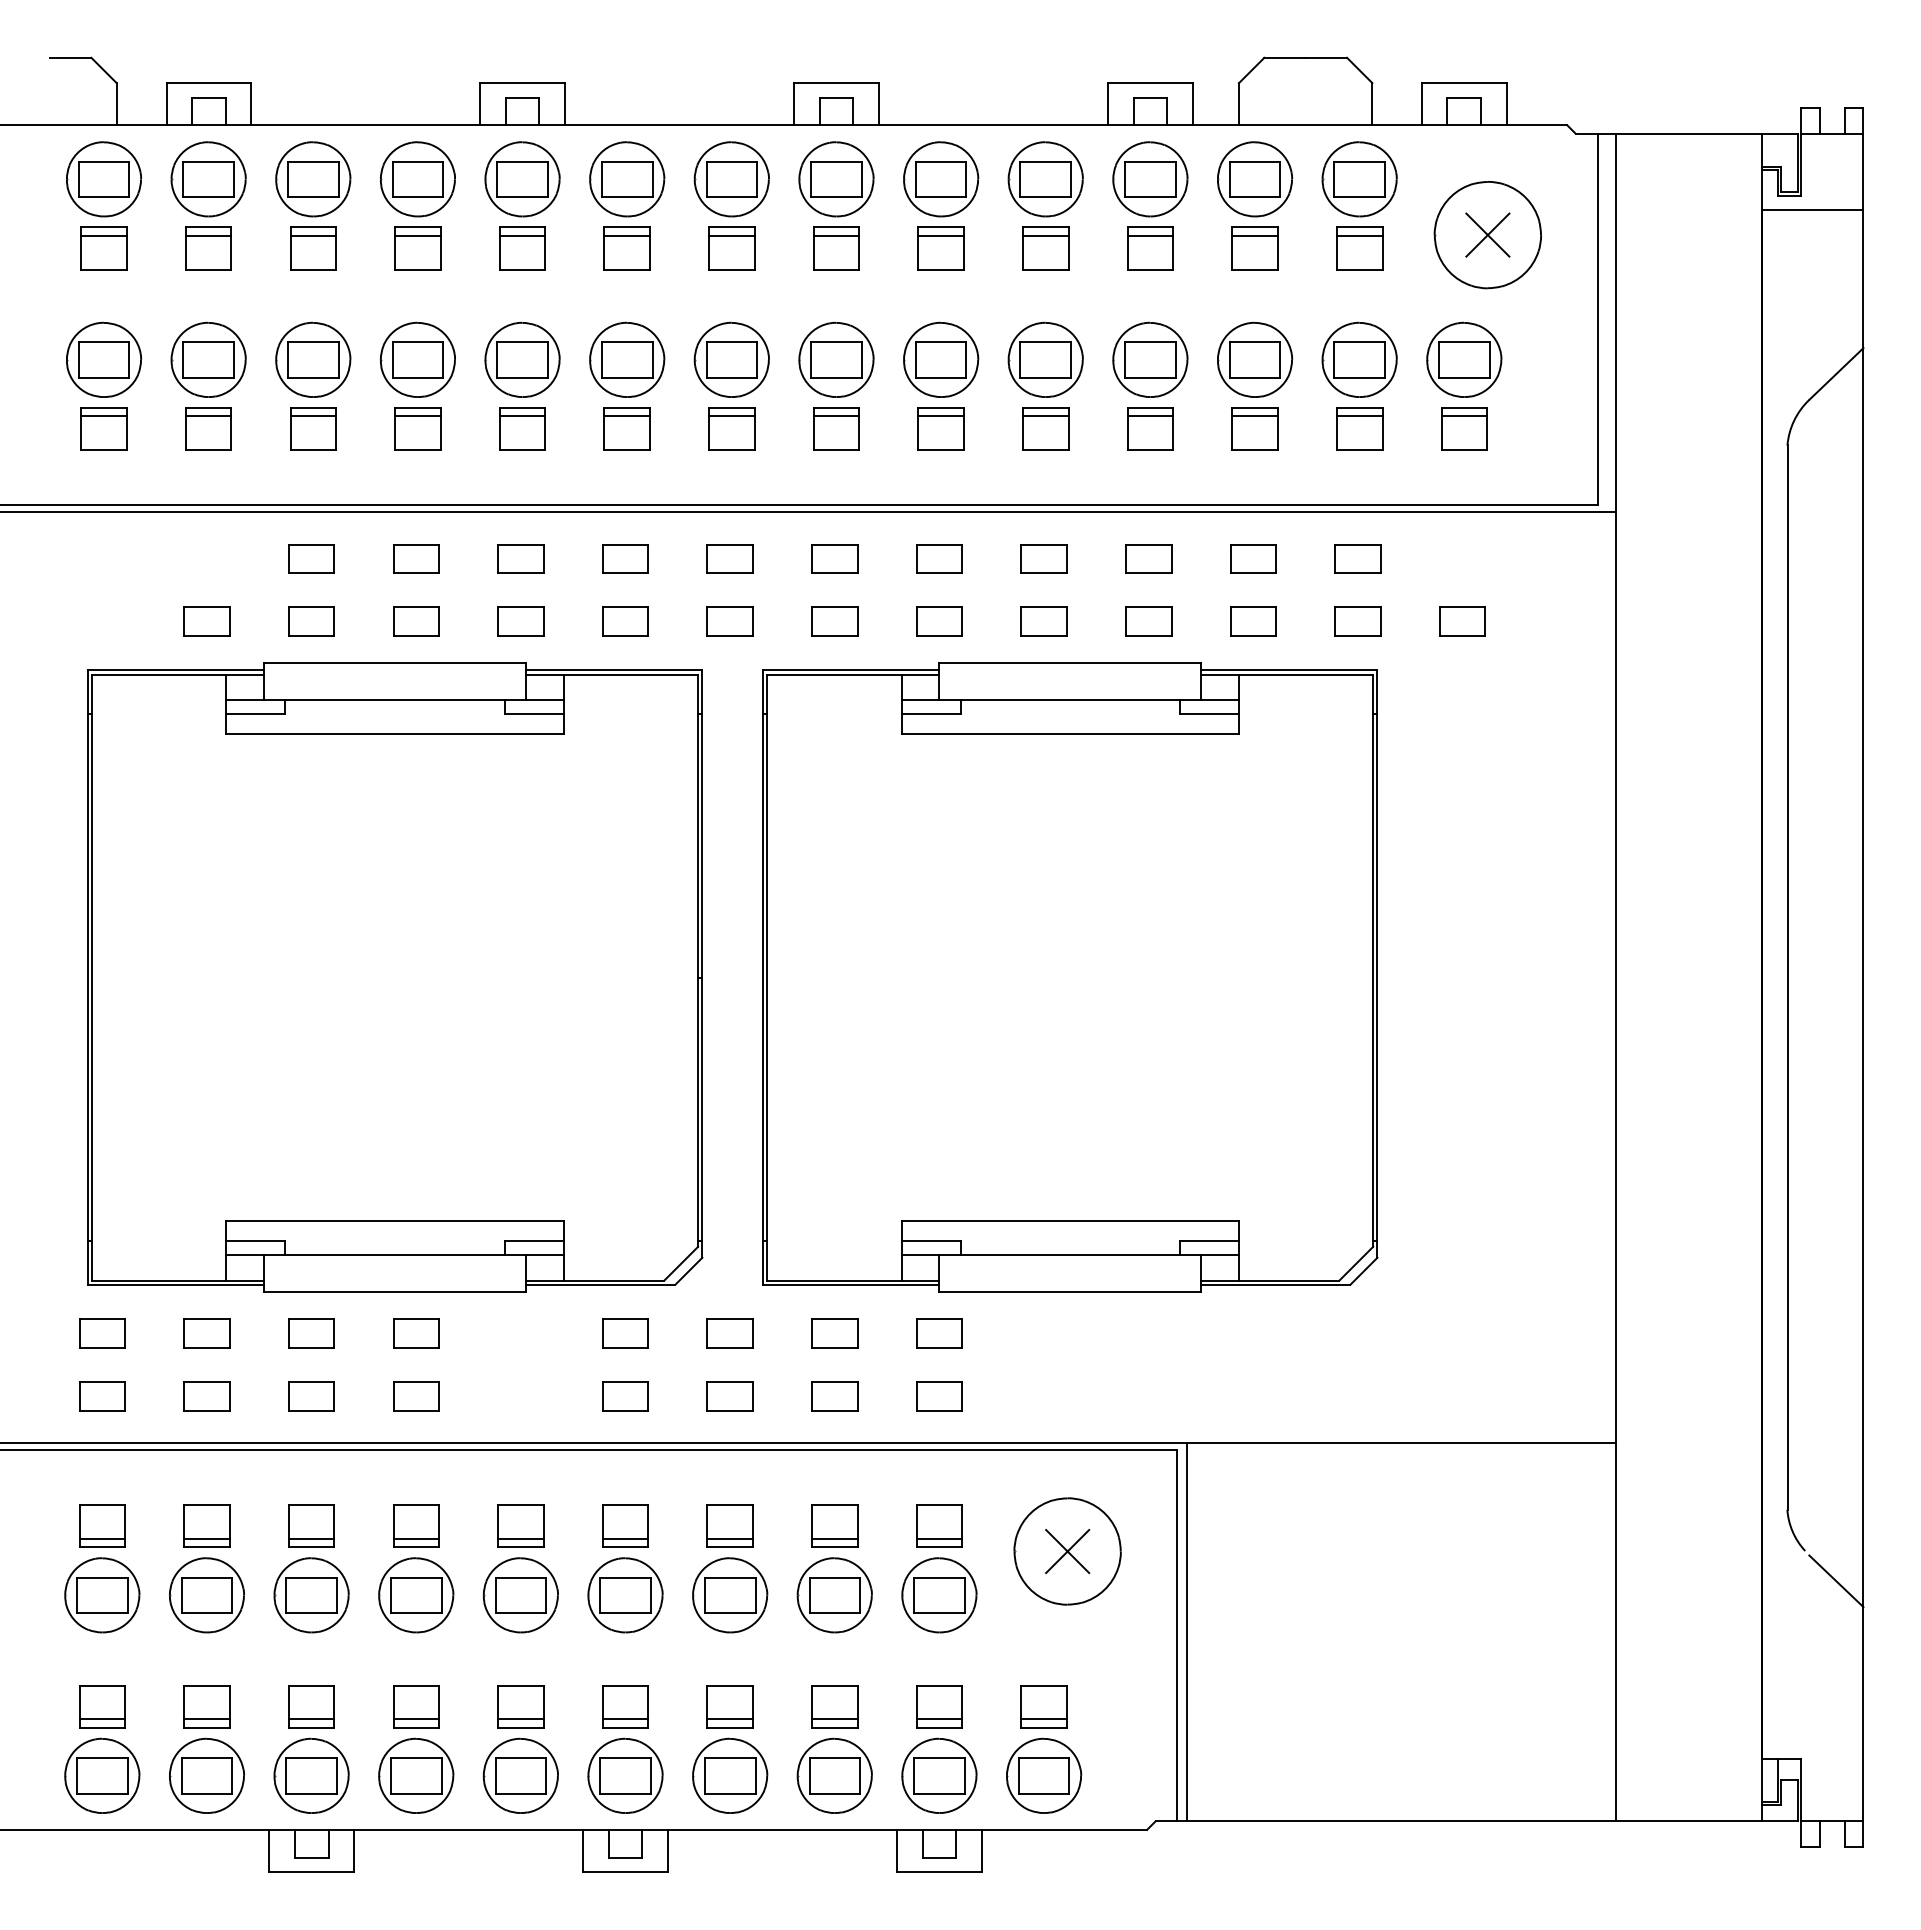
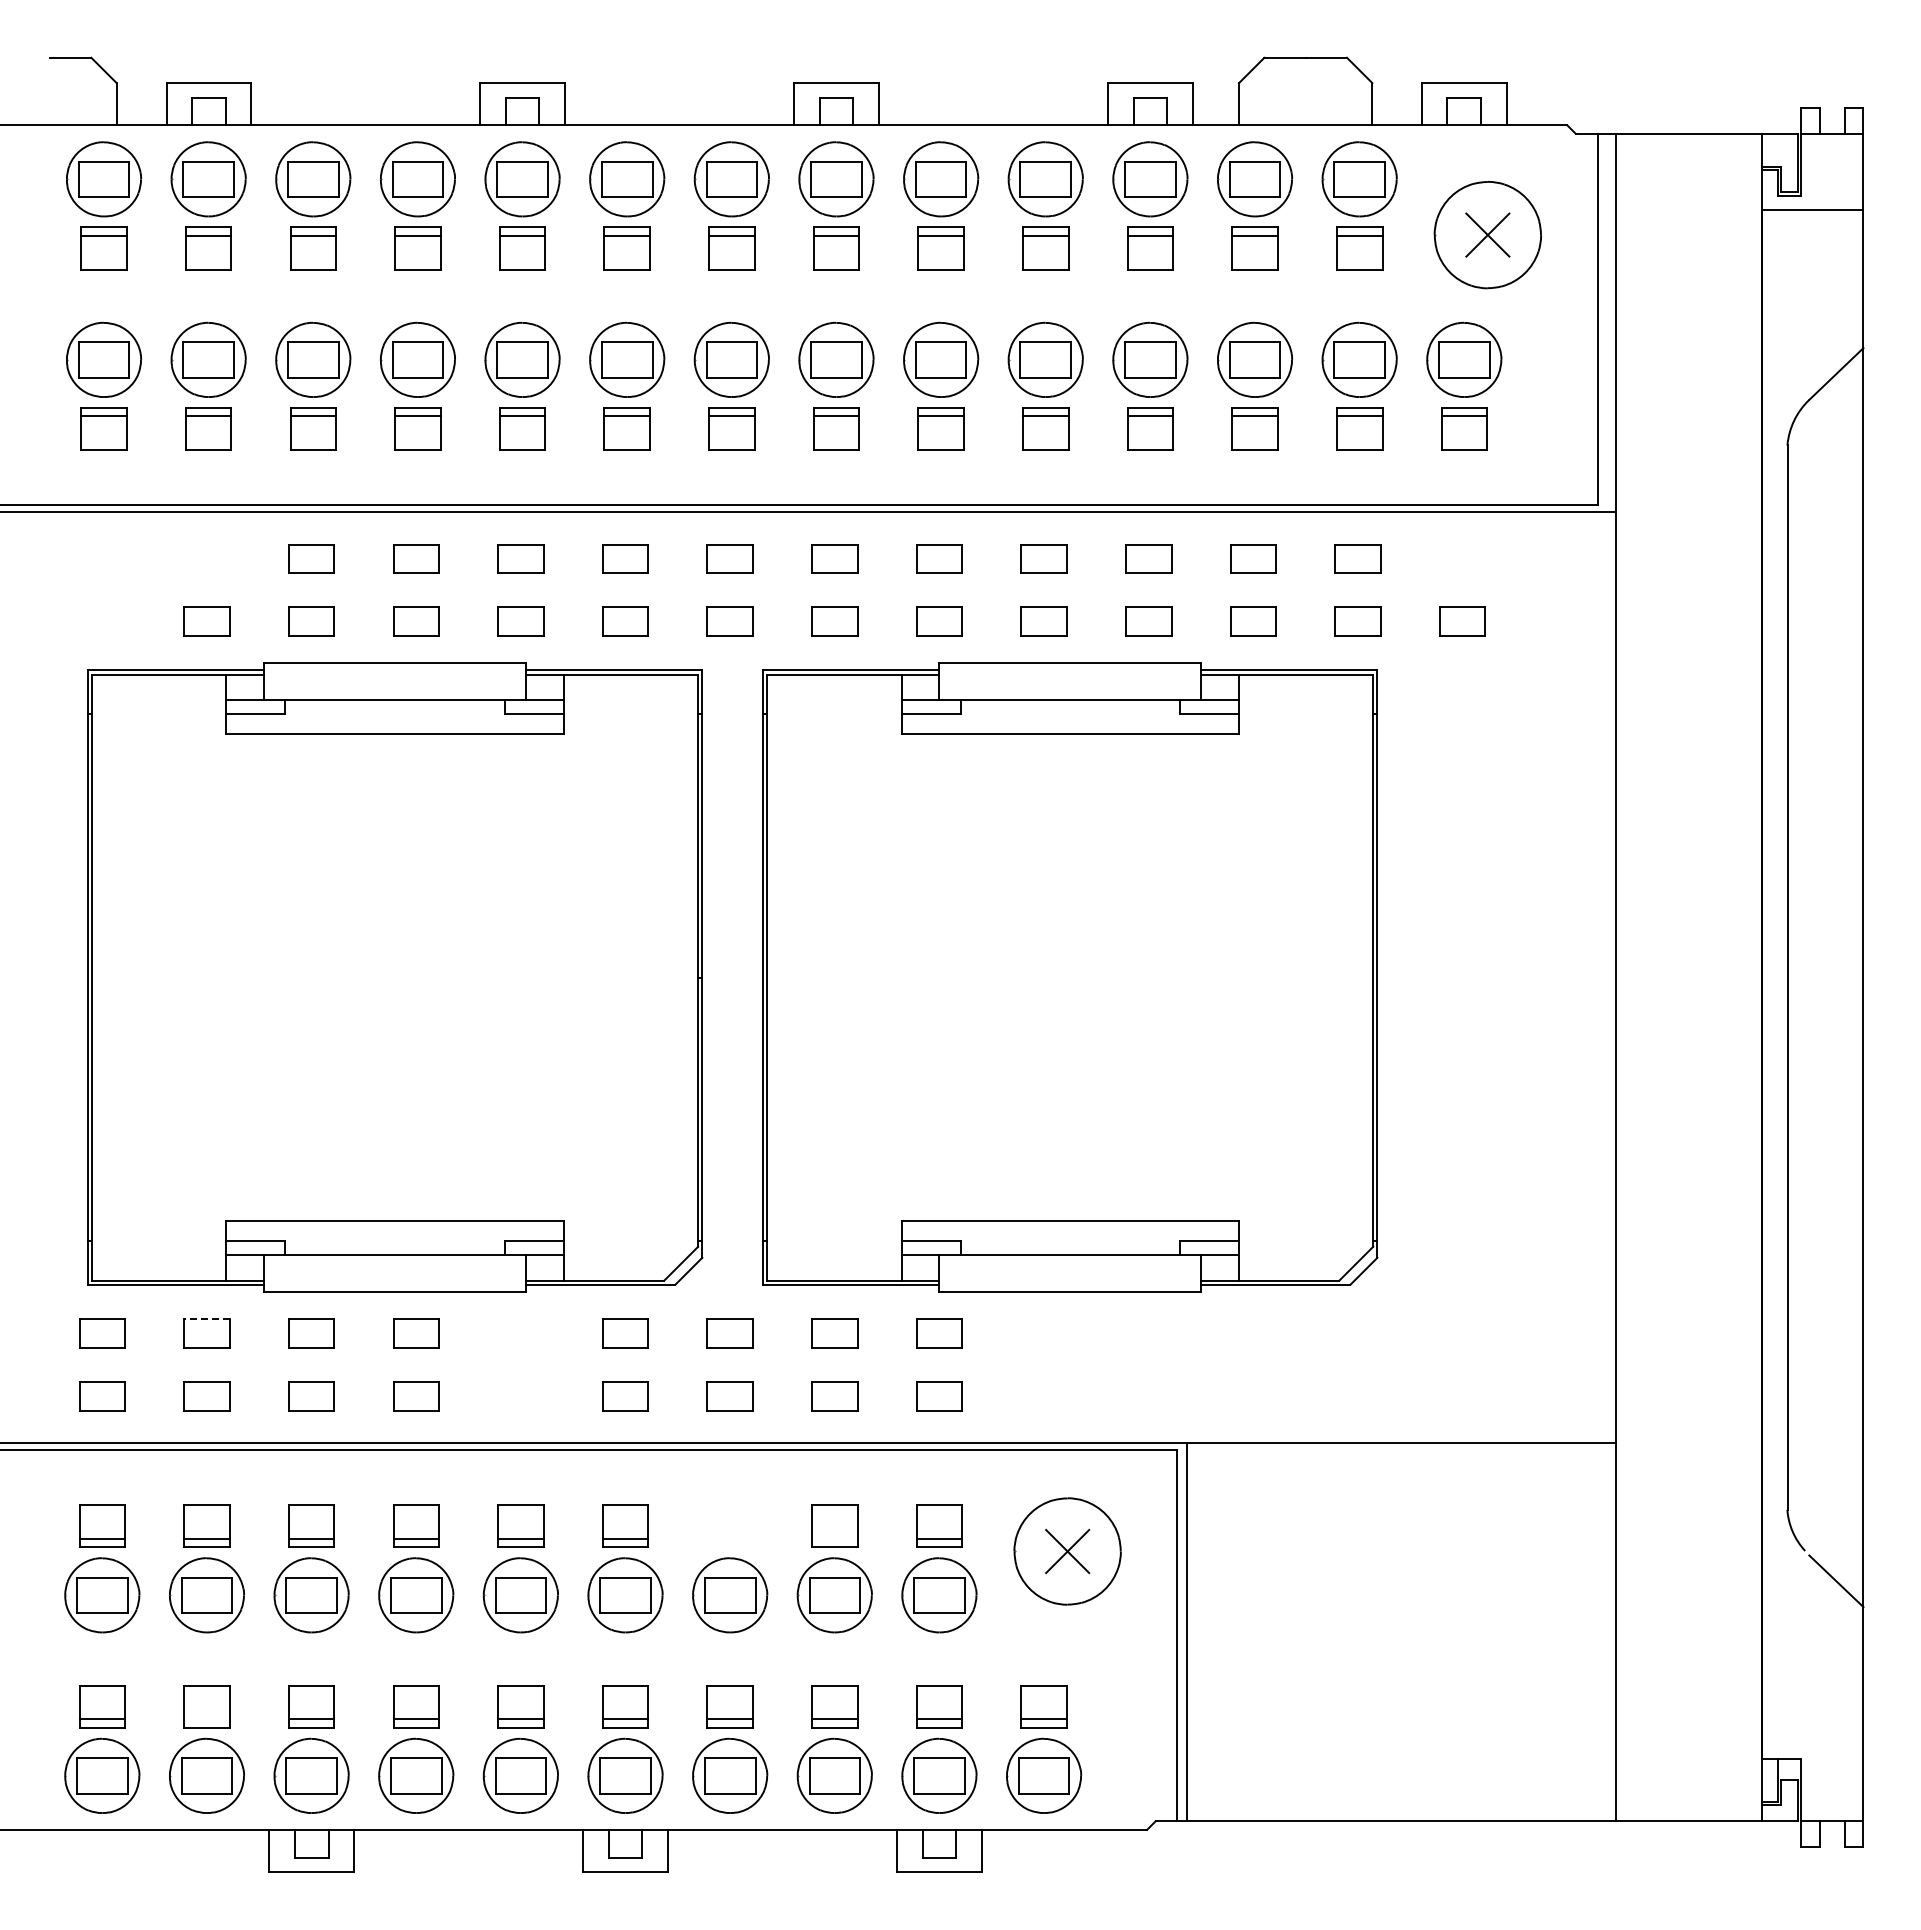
line at (207, 1319): solid -> dashed
part at (729, 1525): present -> none
line at (834, 1538): present -> none
line at (206, 1719): present -> none
